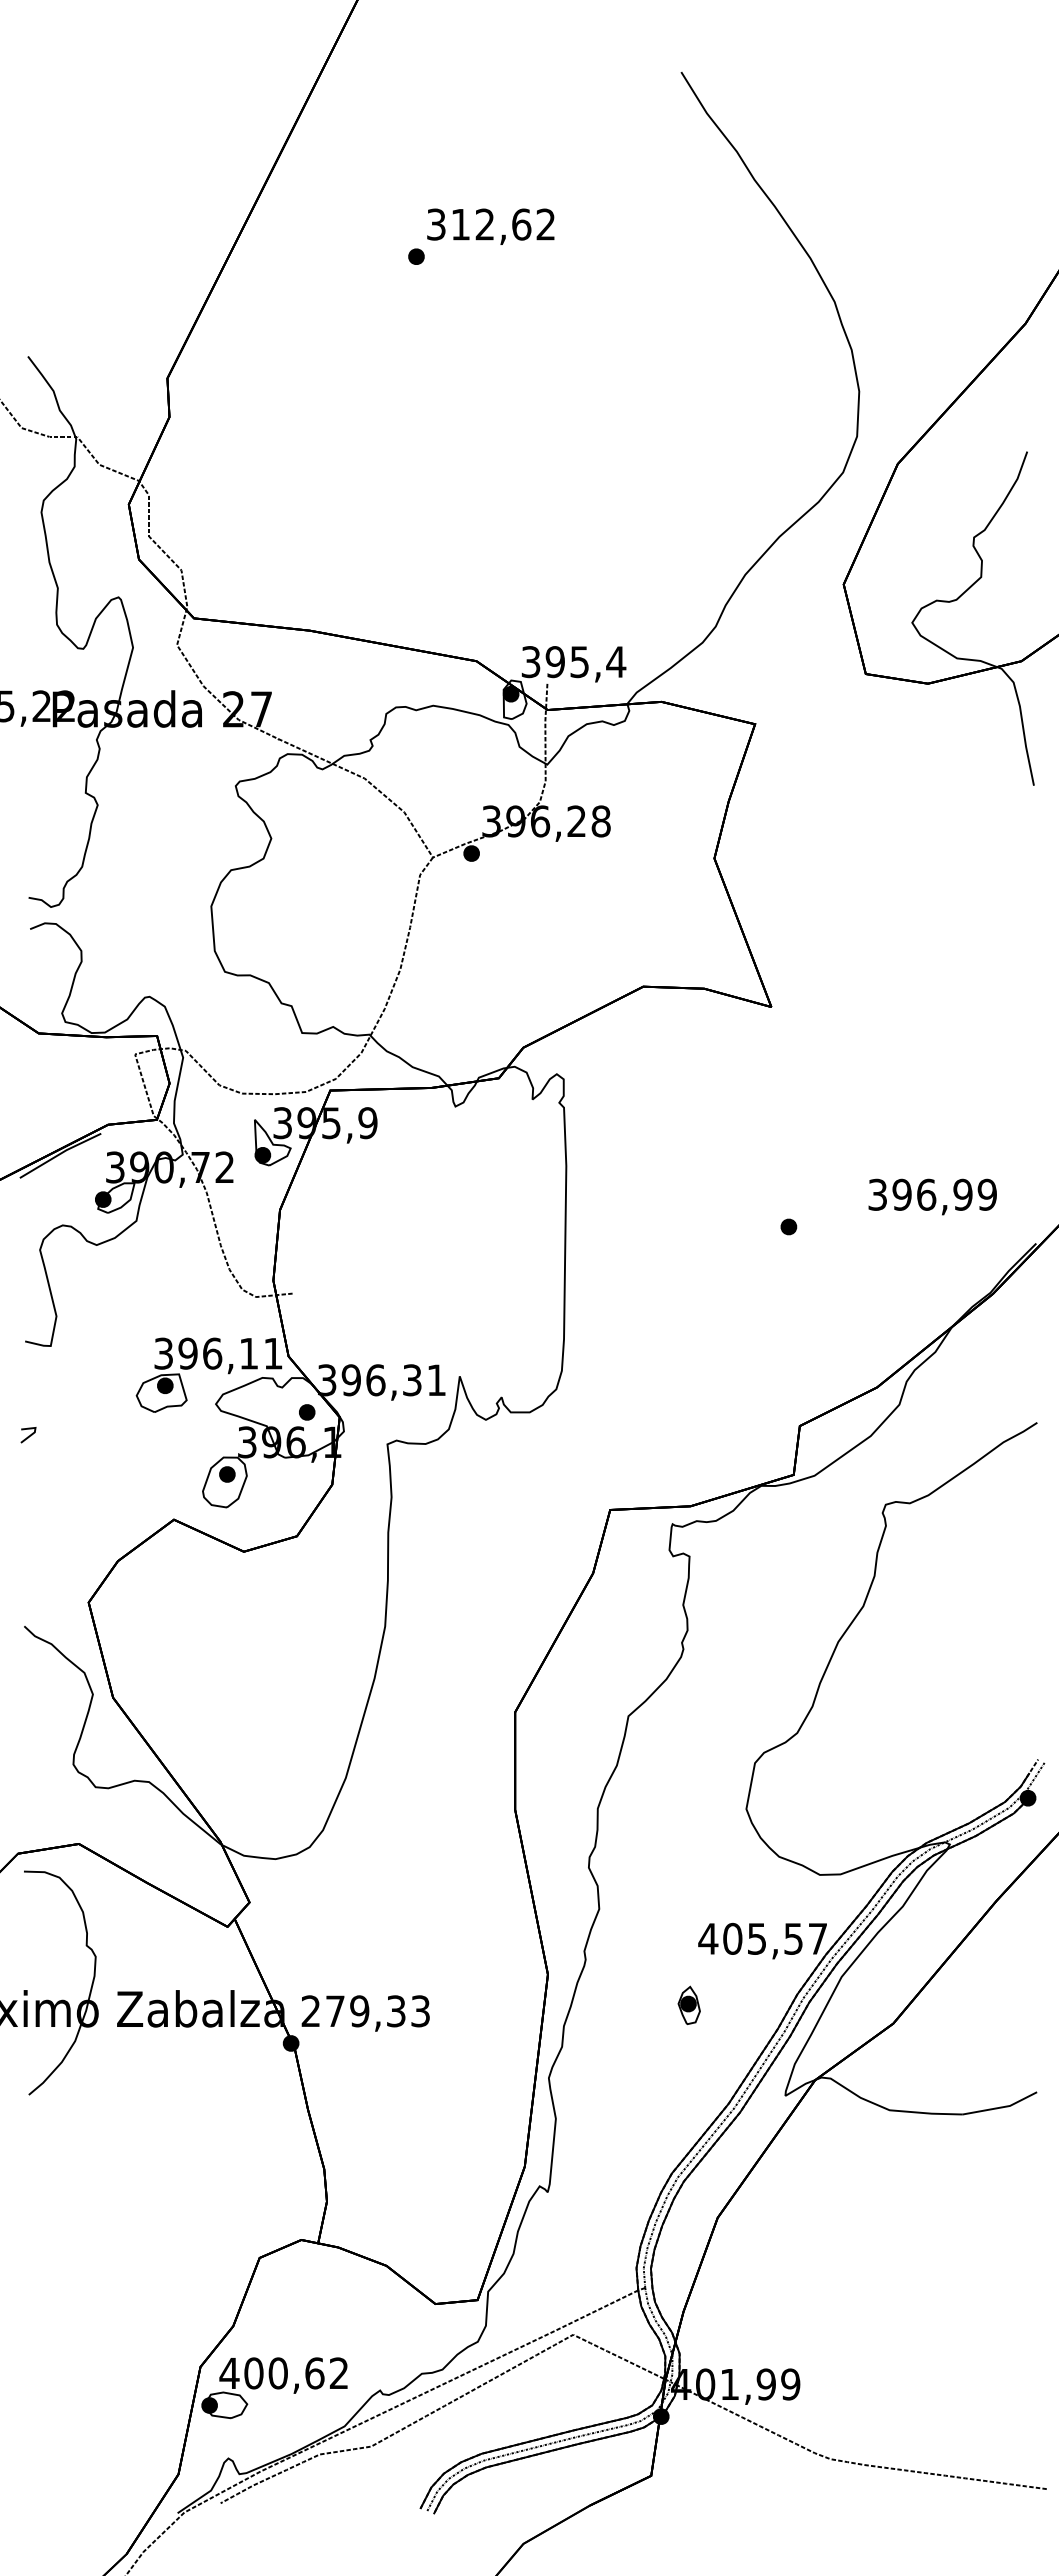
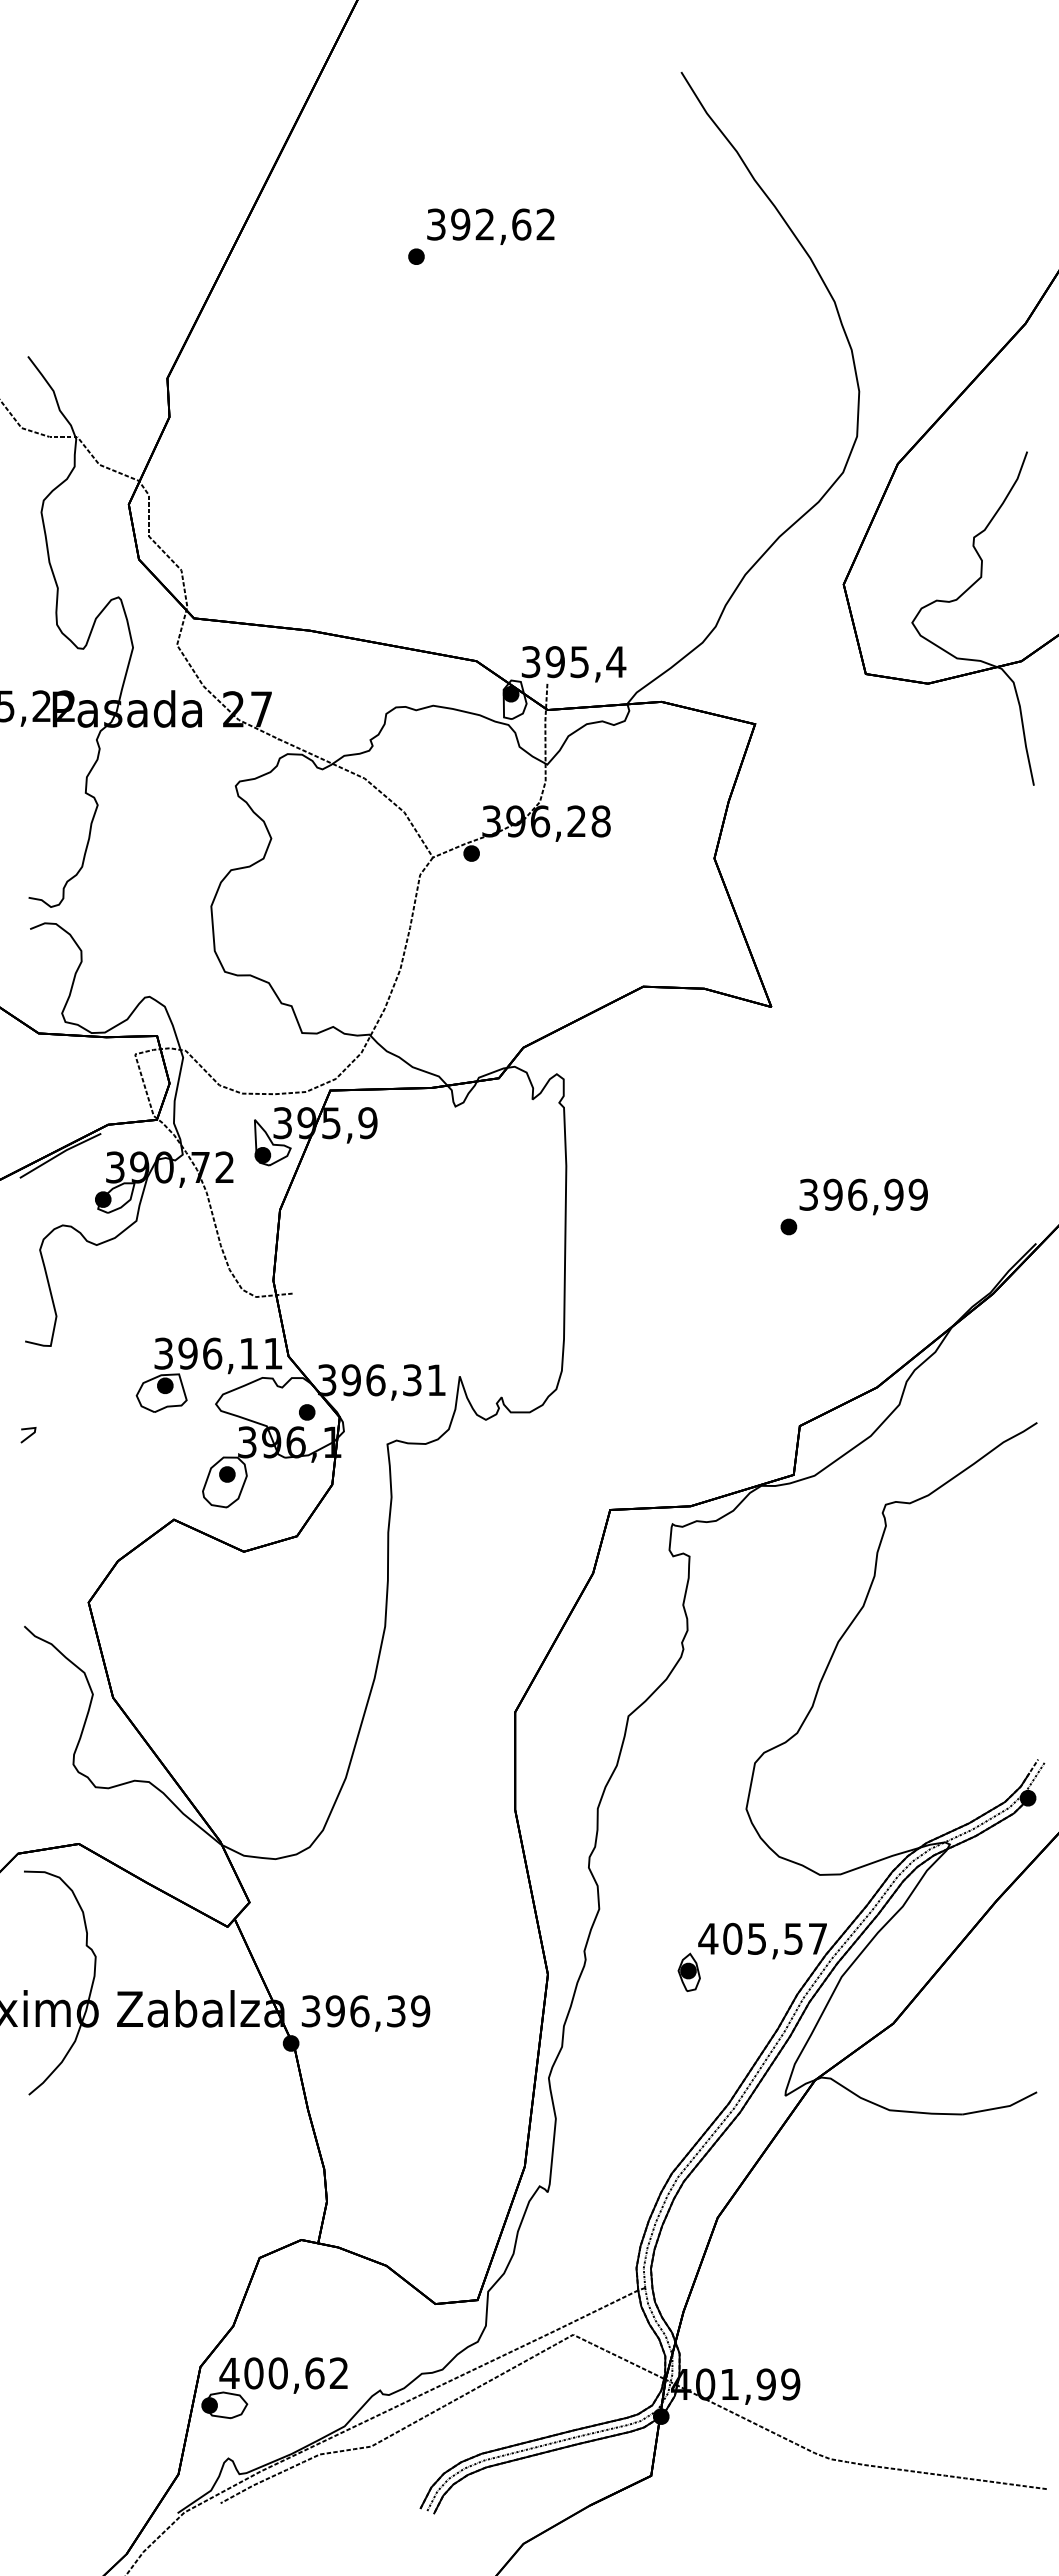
text at (460, 224): 312,62 -> 392,62
text at (932, 1196) position: (932, 1196) -> (863, 1196)
part at (688, 2004) position: (688, 2004) -> (688, 1971)
text at (365, 2011): 279,33 -> 396,39
